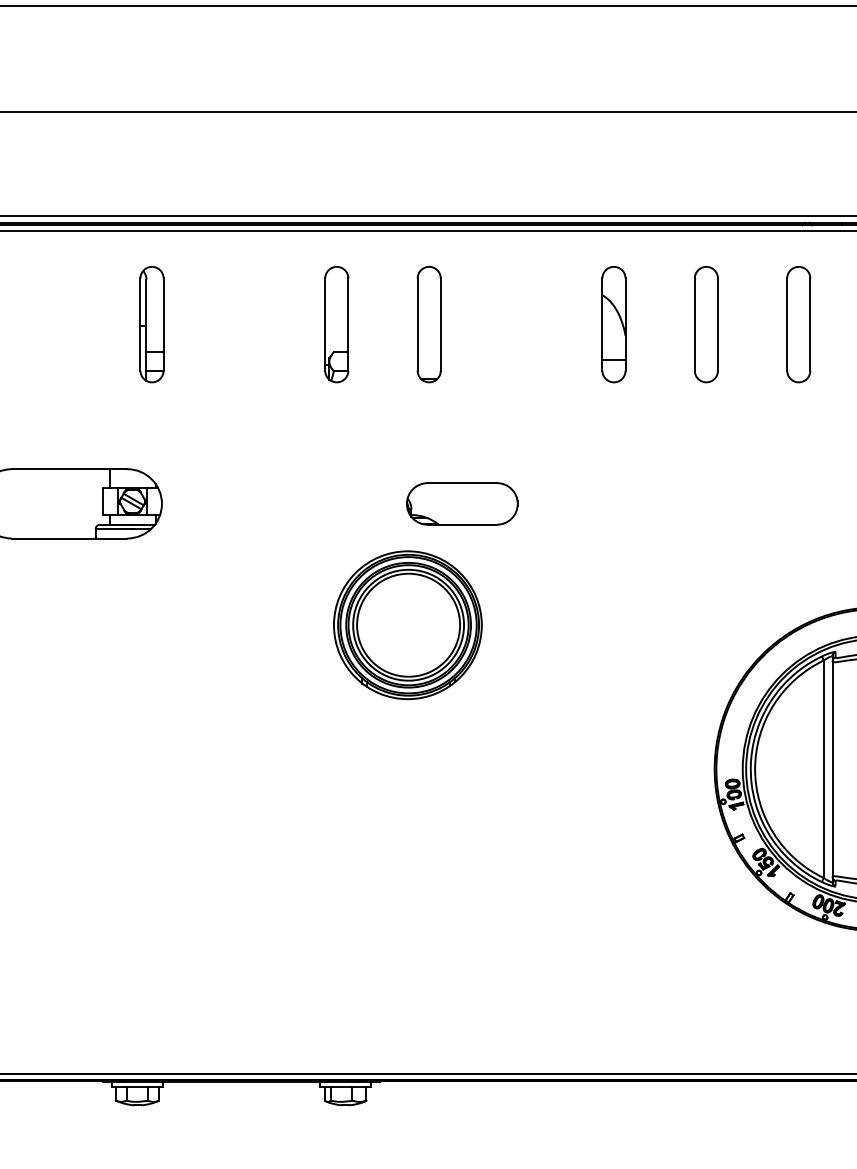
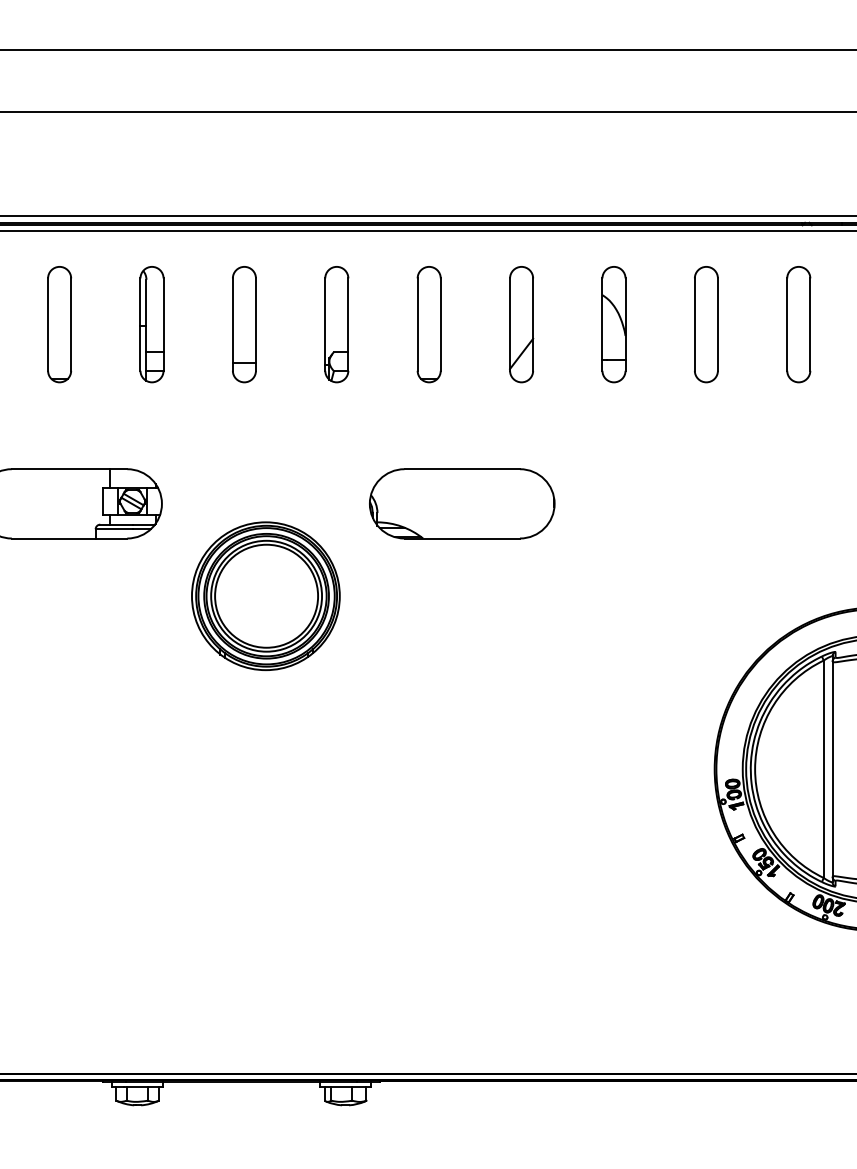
line at (427, 5) position: (427, 5) -> (427, 49)
part at (59, 324): none -> present
part at (244, 324): none -> present
part at (521, 324): none -> present
part at (462, 503) size: 113x44 px -> 187x72 px
part at (407, 625) position: (407, 625) -> (265, 596)
